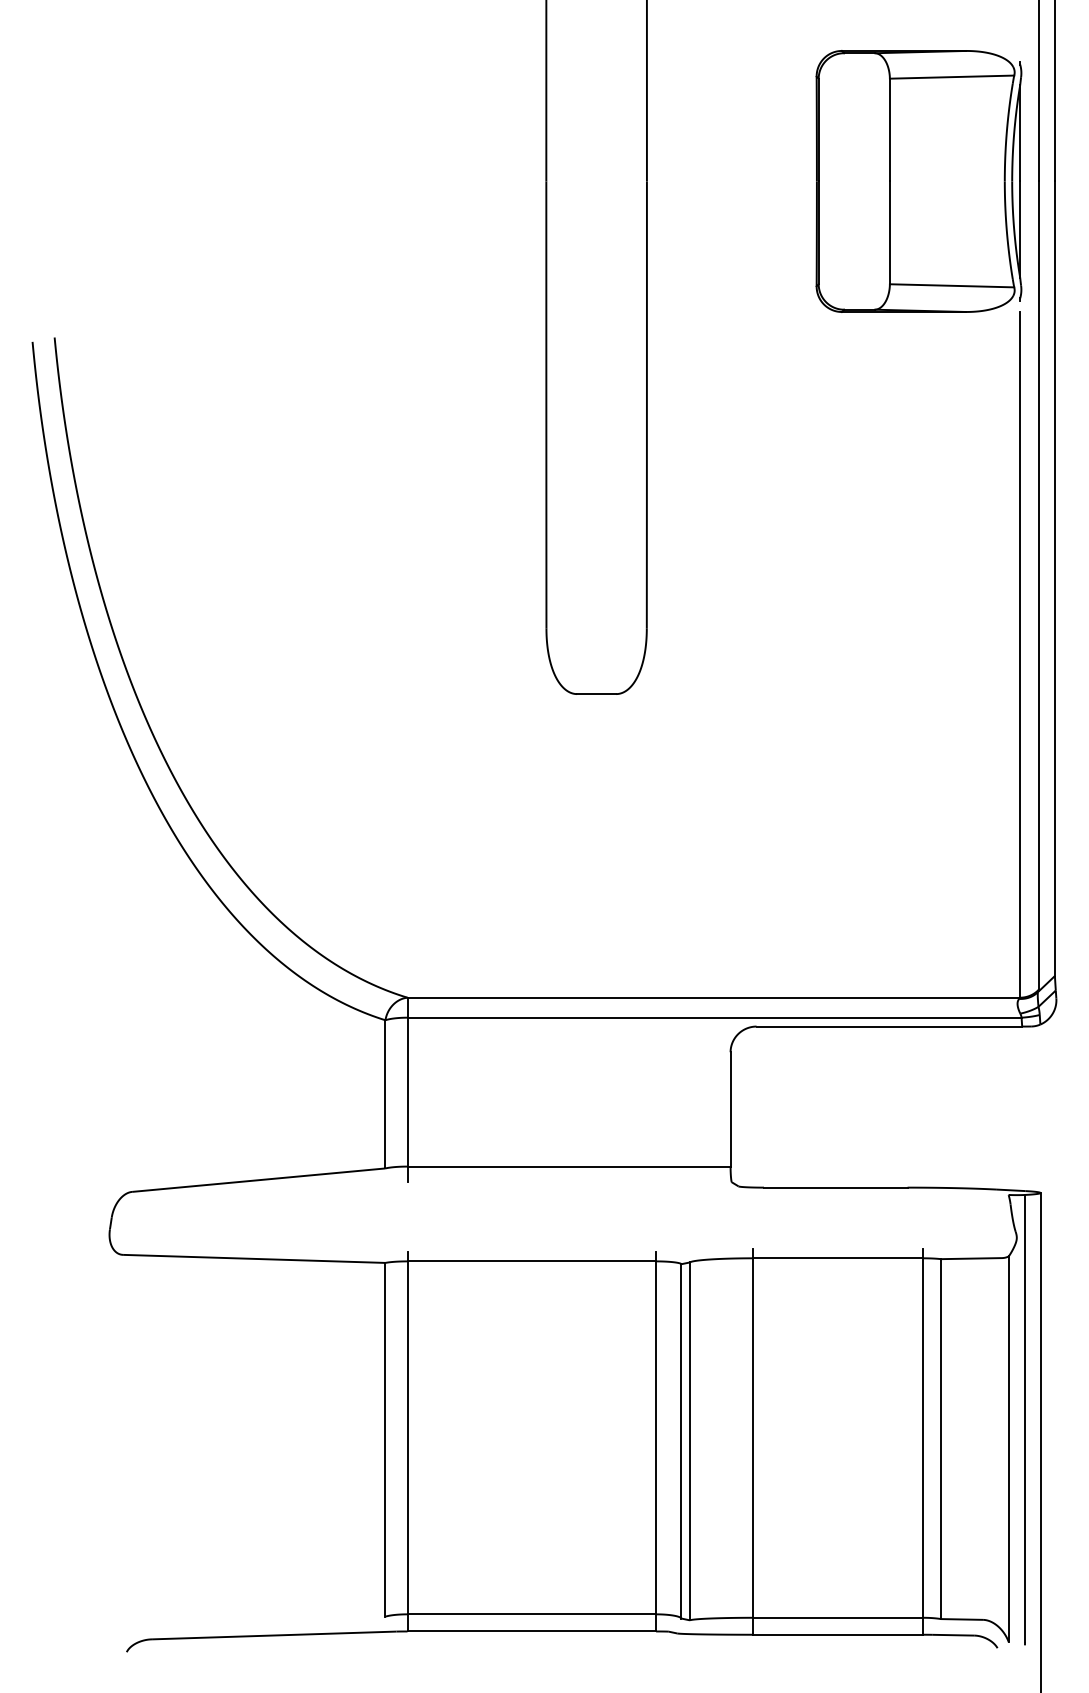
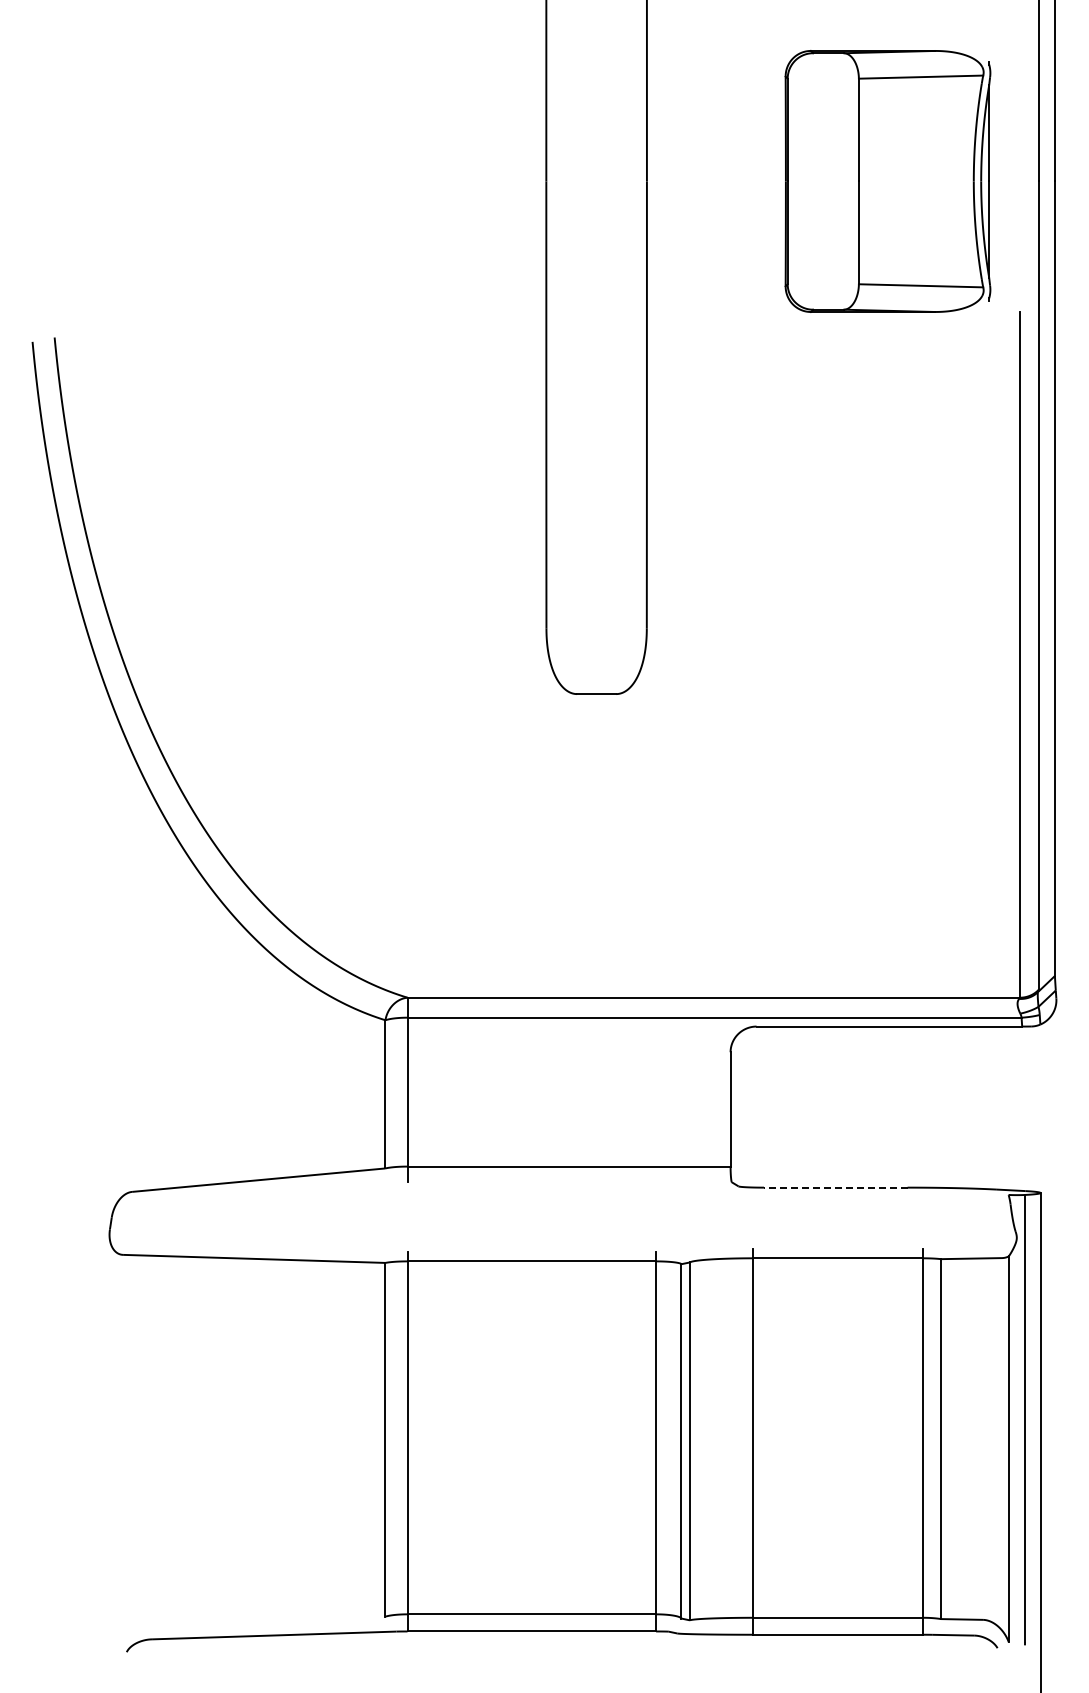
part at (918, 181) position: (918, 181) -> (887, 181)
line at (835, 1187): solid -> dashed
